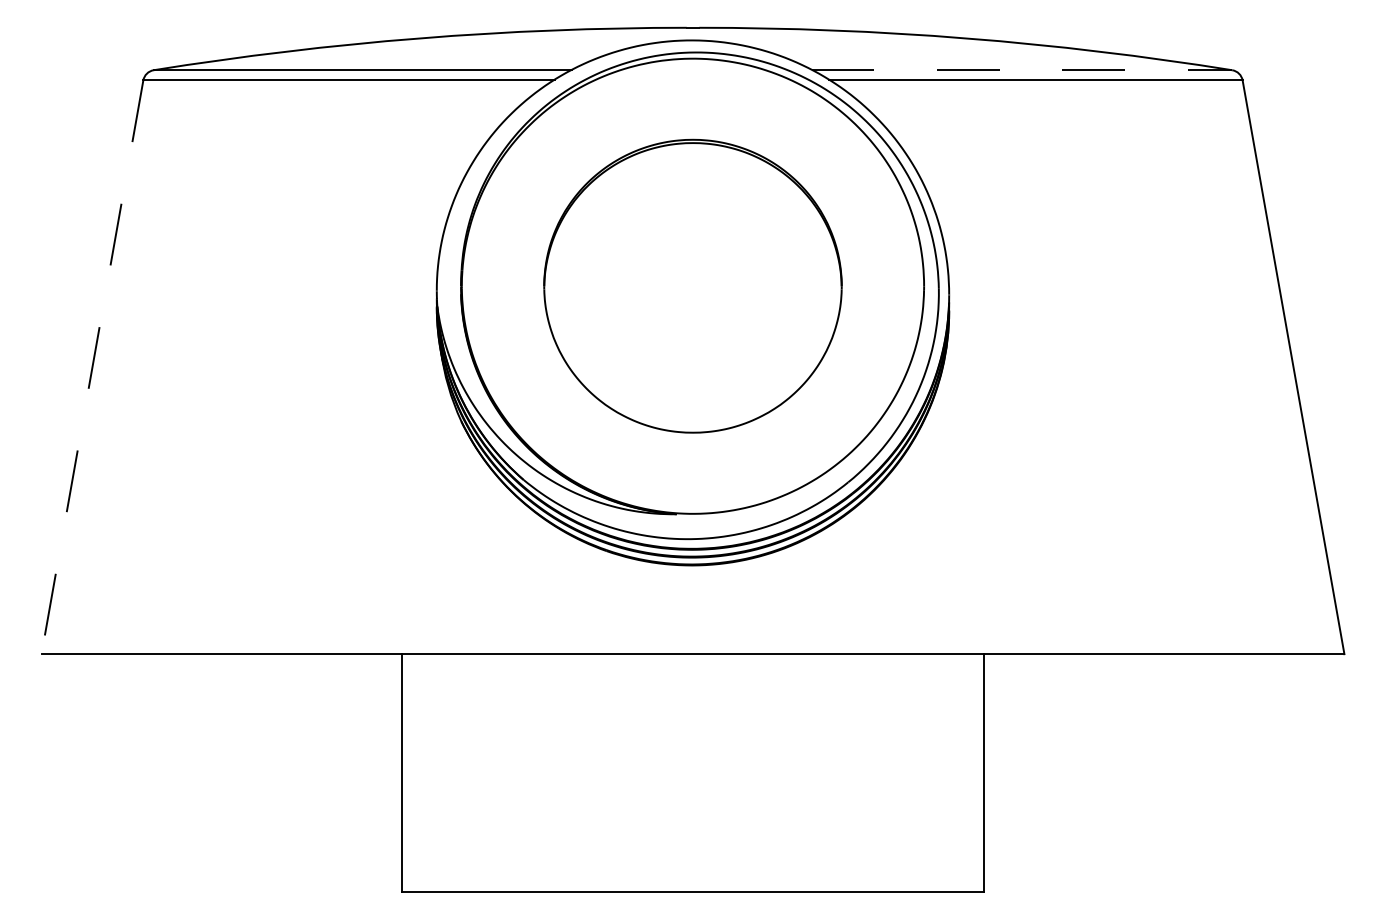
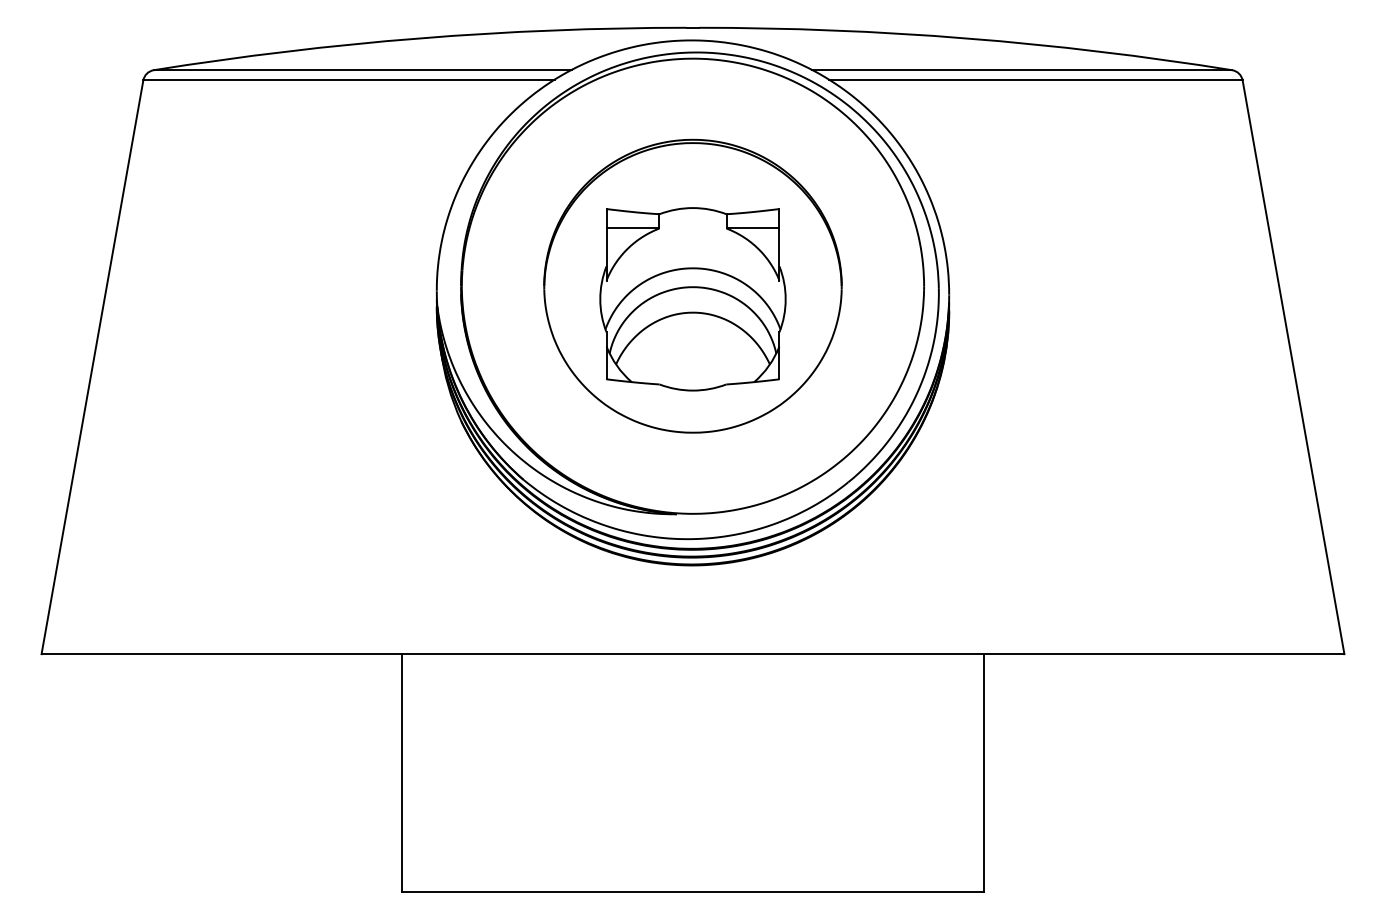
line at (1022, 70): dashed -> solid
part at (692, 299): none -> present
line at (92, 367): dashed -> solid
